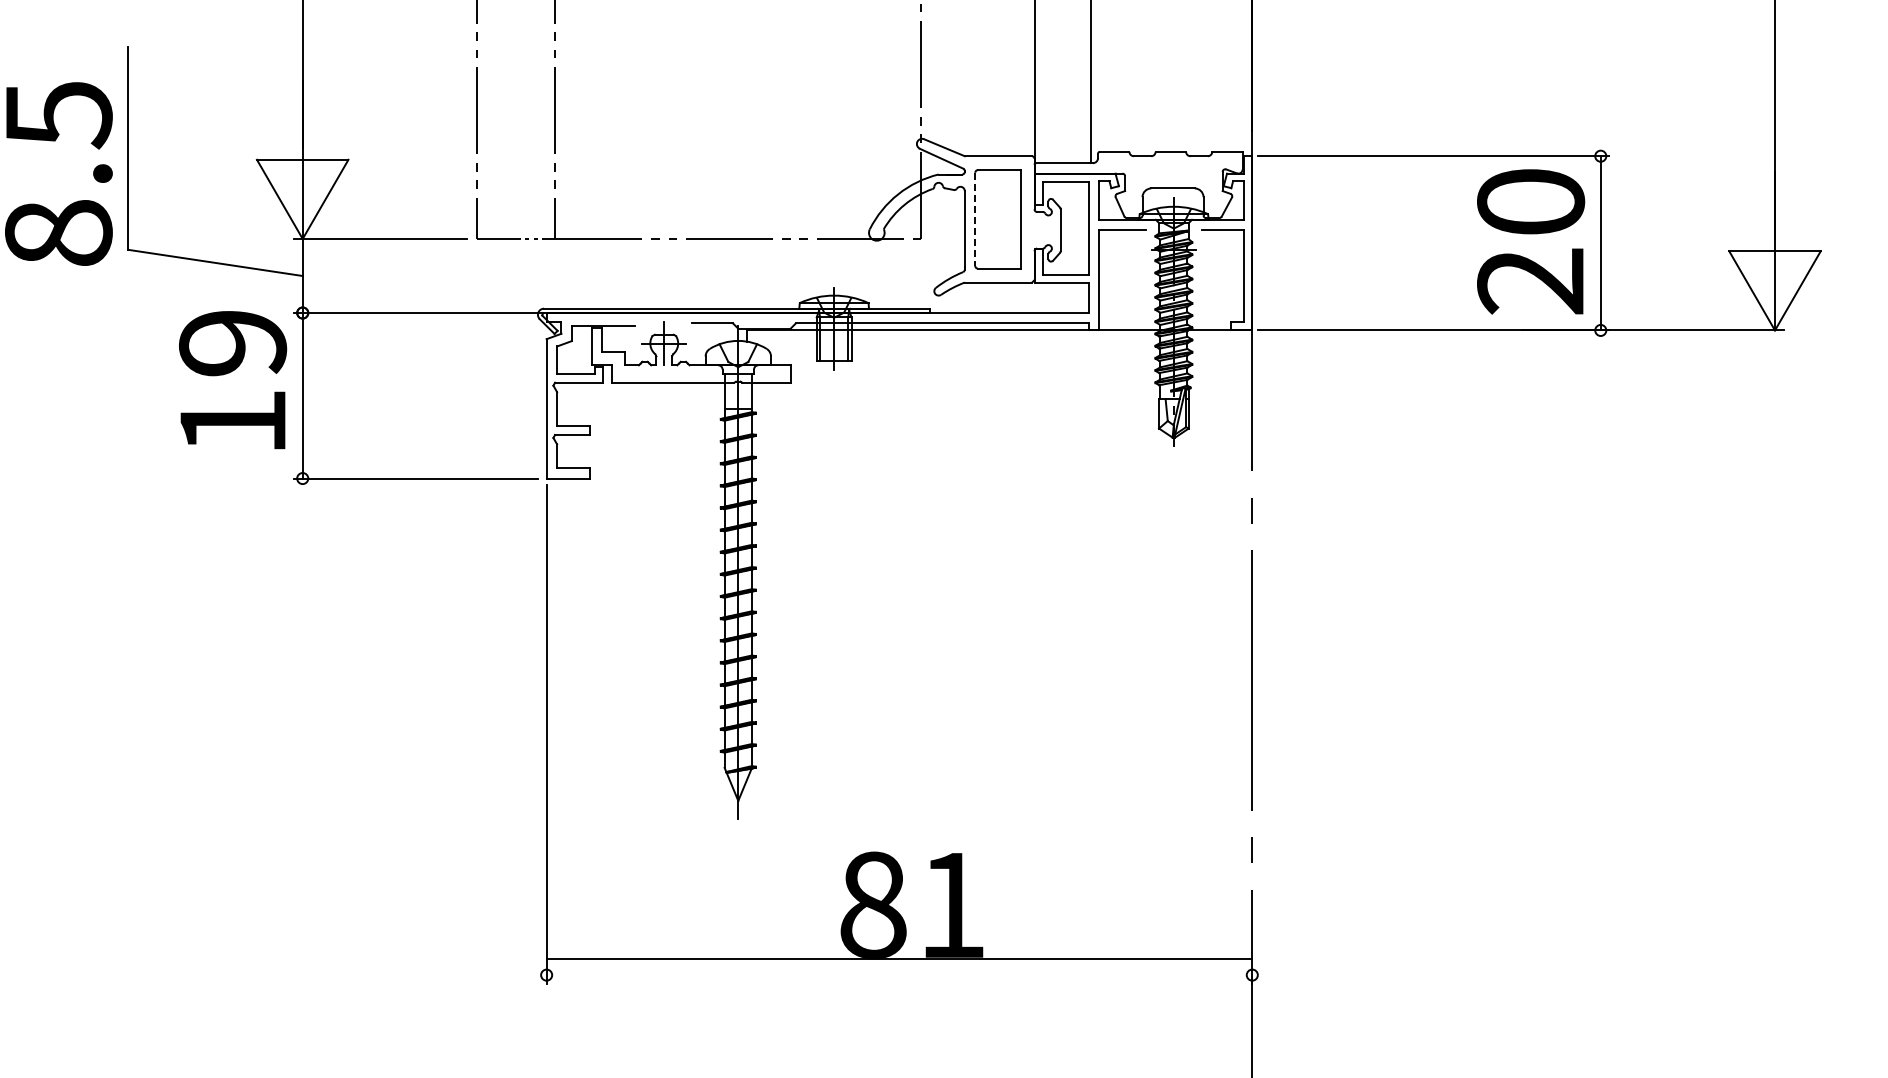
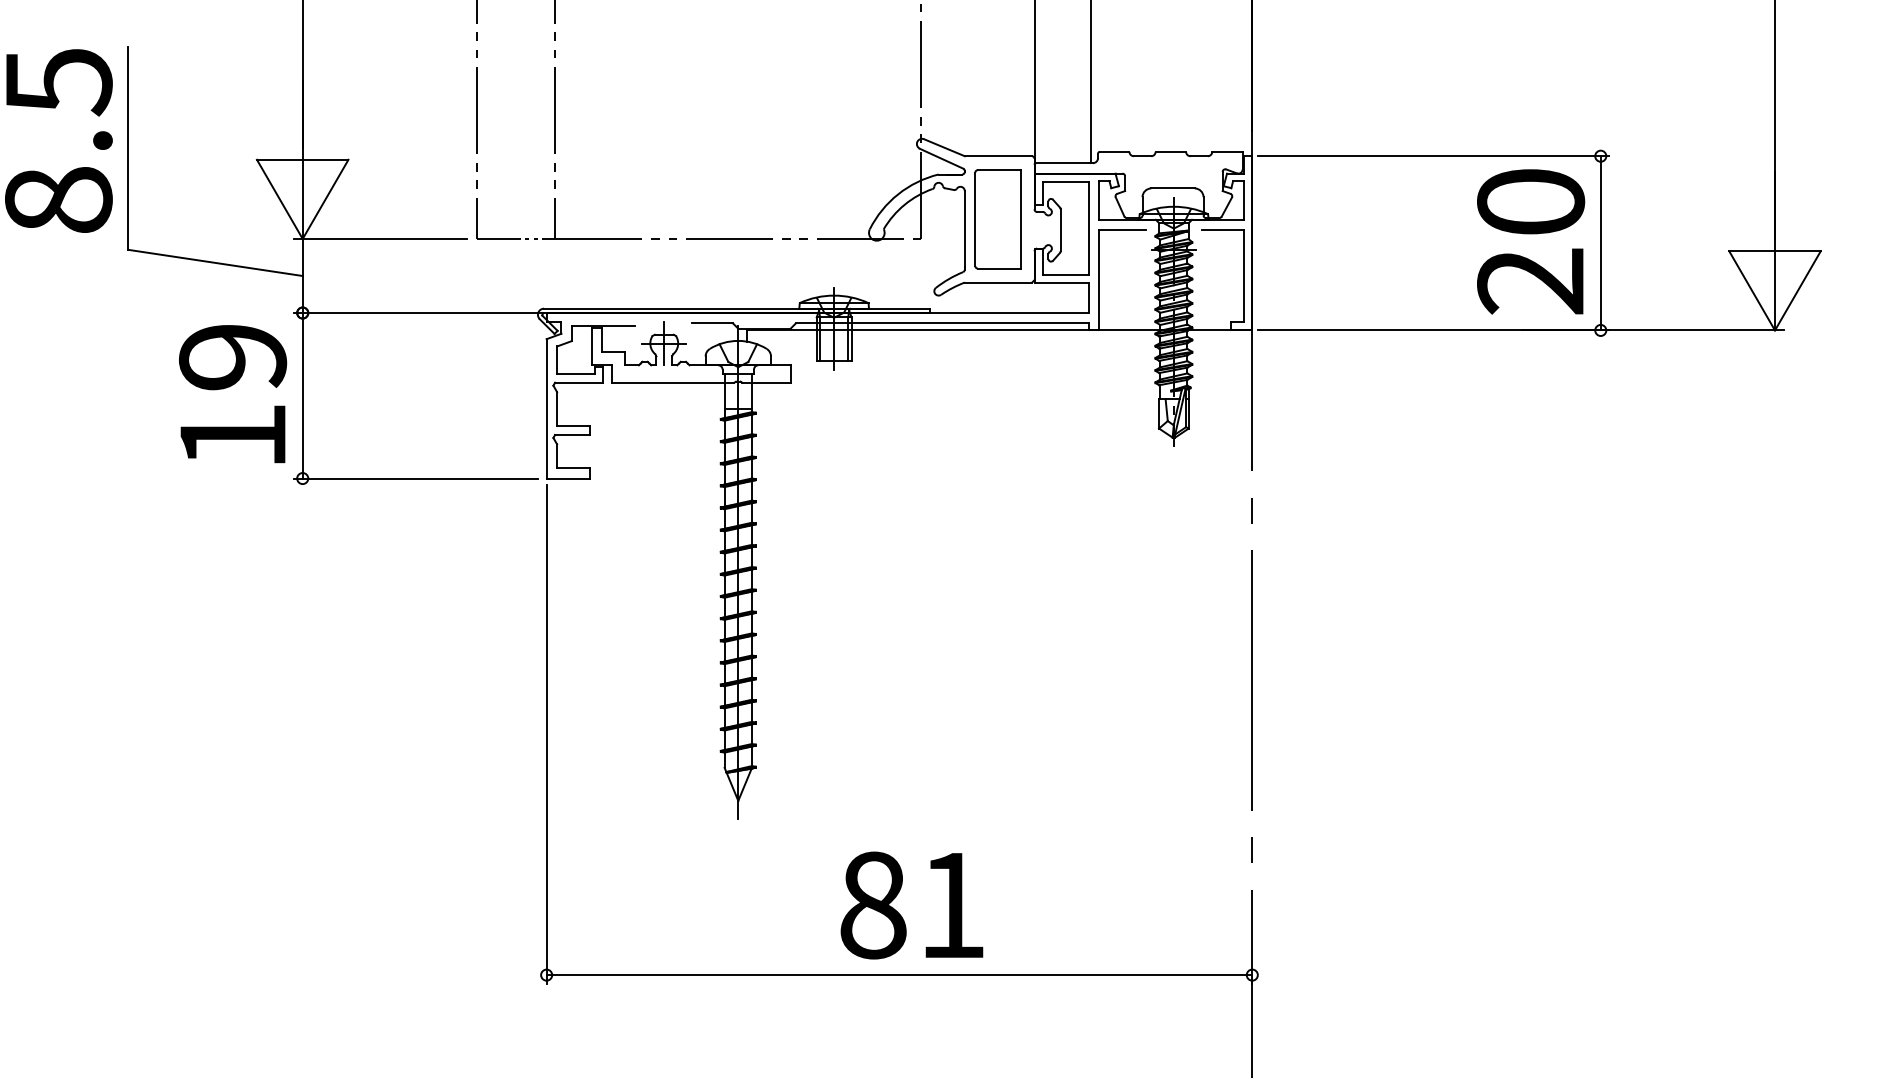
text at (58, 173) position: (58, 173) -> (58, 140)
line at (975, 219): dashed -> solid
text at (233, 380) position: (233, 380) -> (233, 394)
line at (899, 959) position: (899, 959) -> (899, 975)
